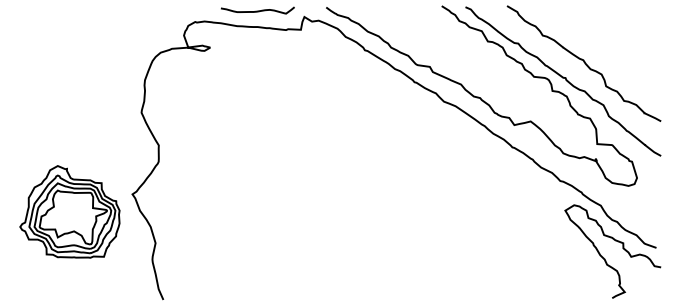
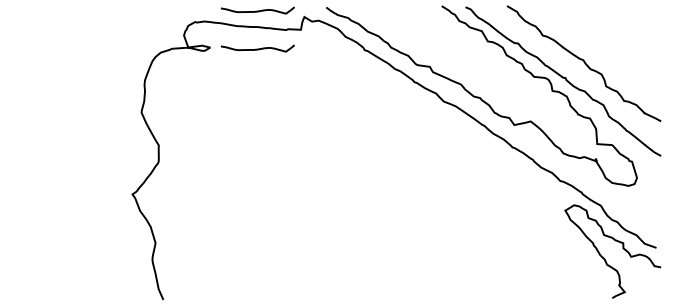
curve at (257, 48): none -> present
part at (69, 211): present -> none
